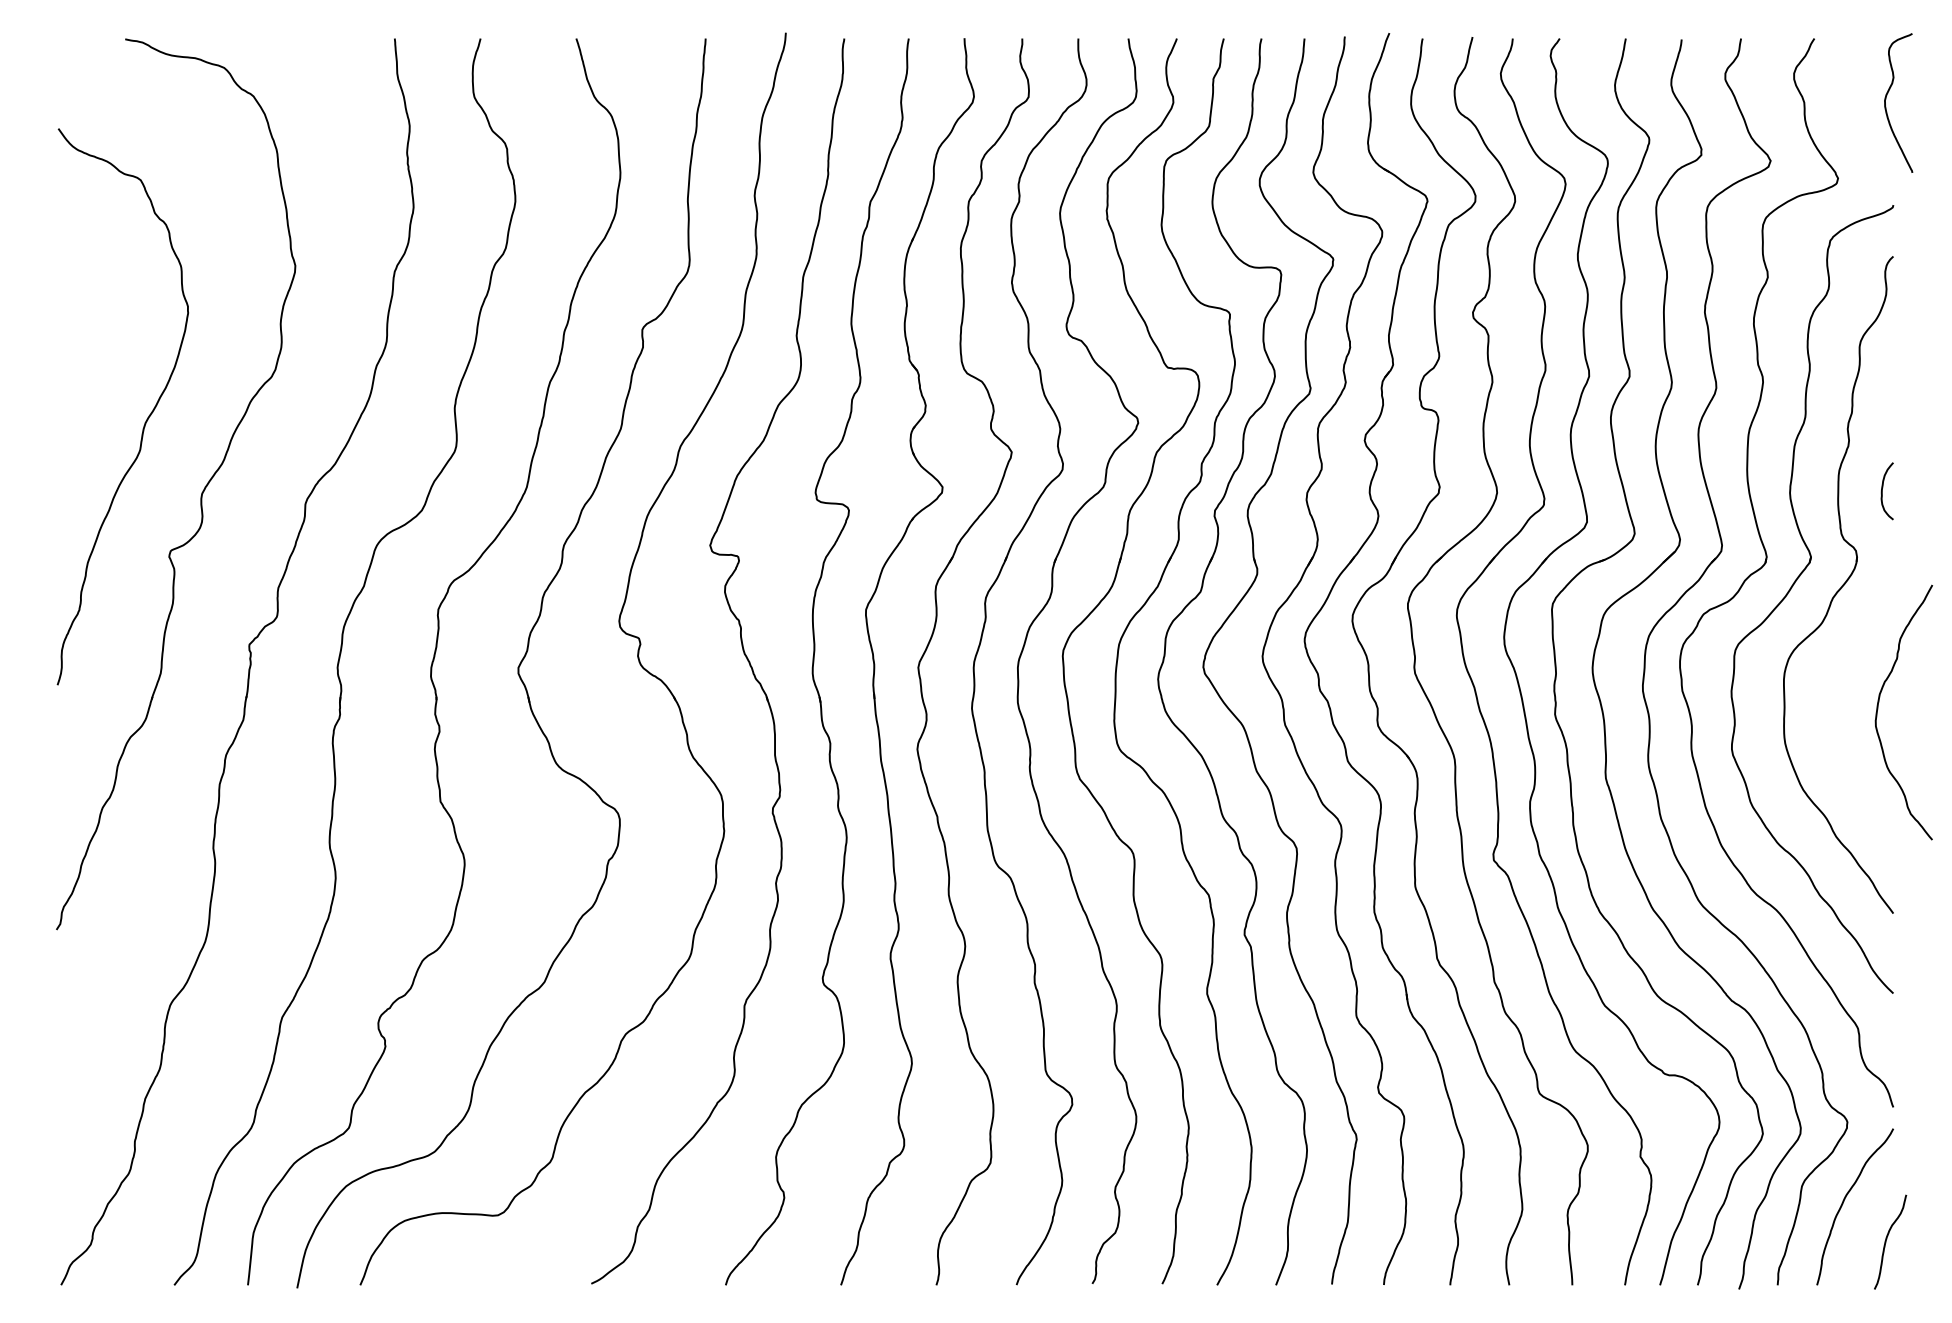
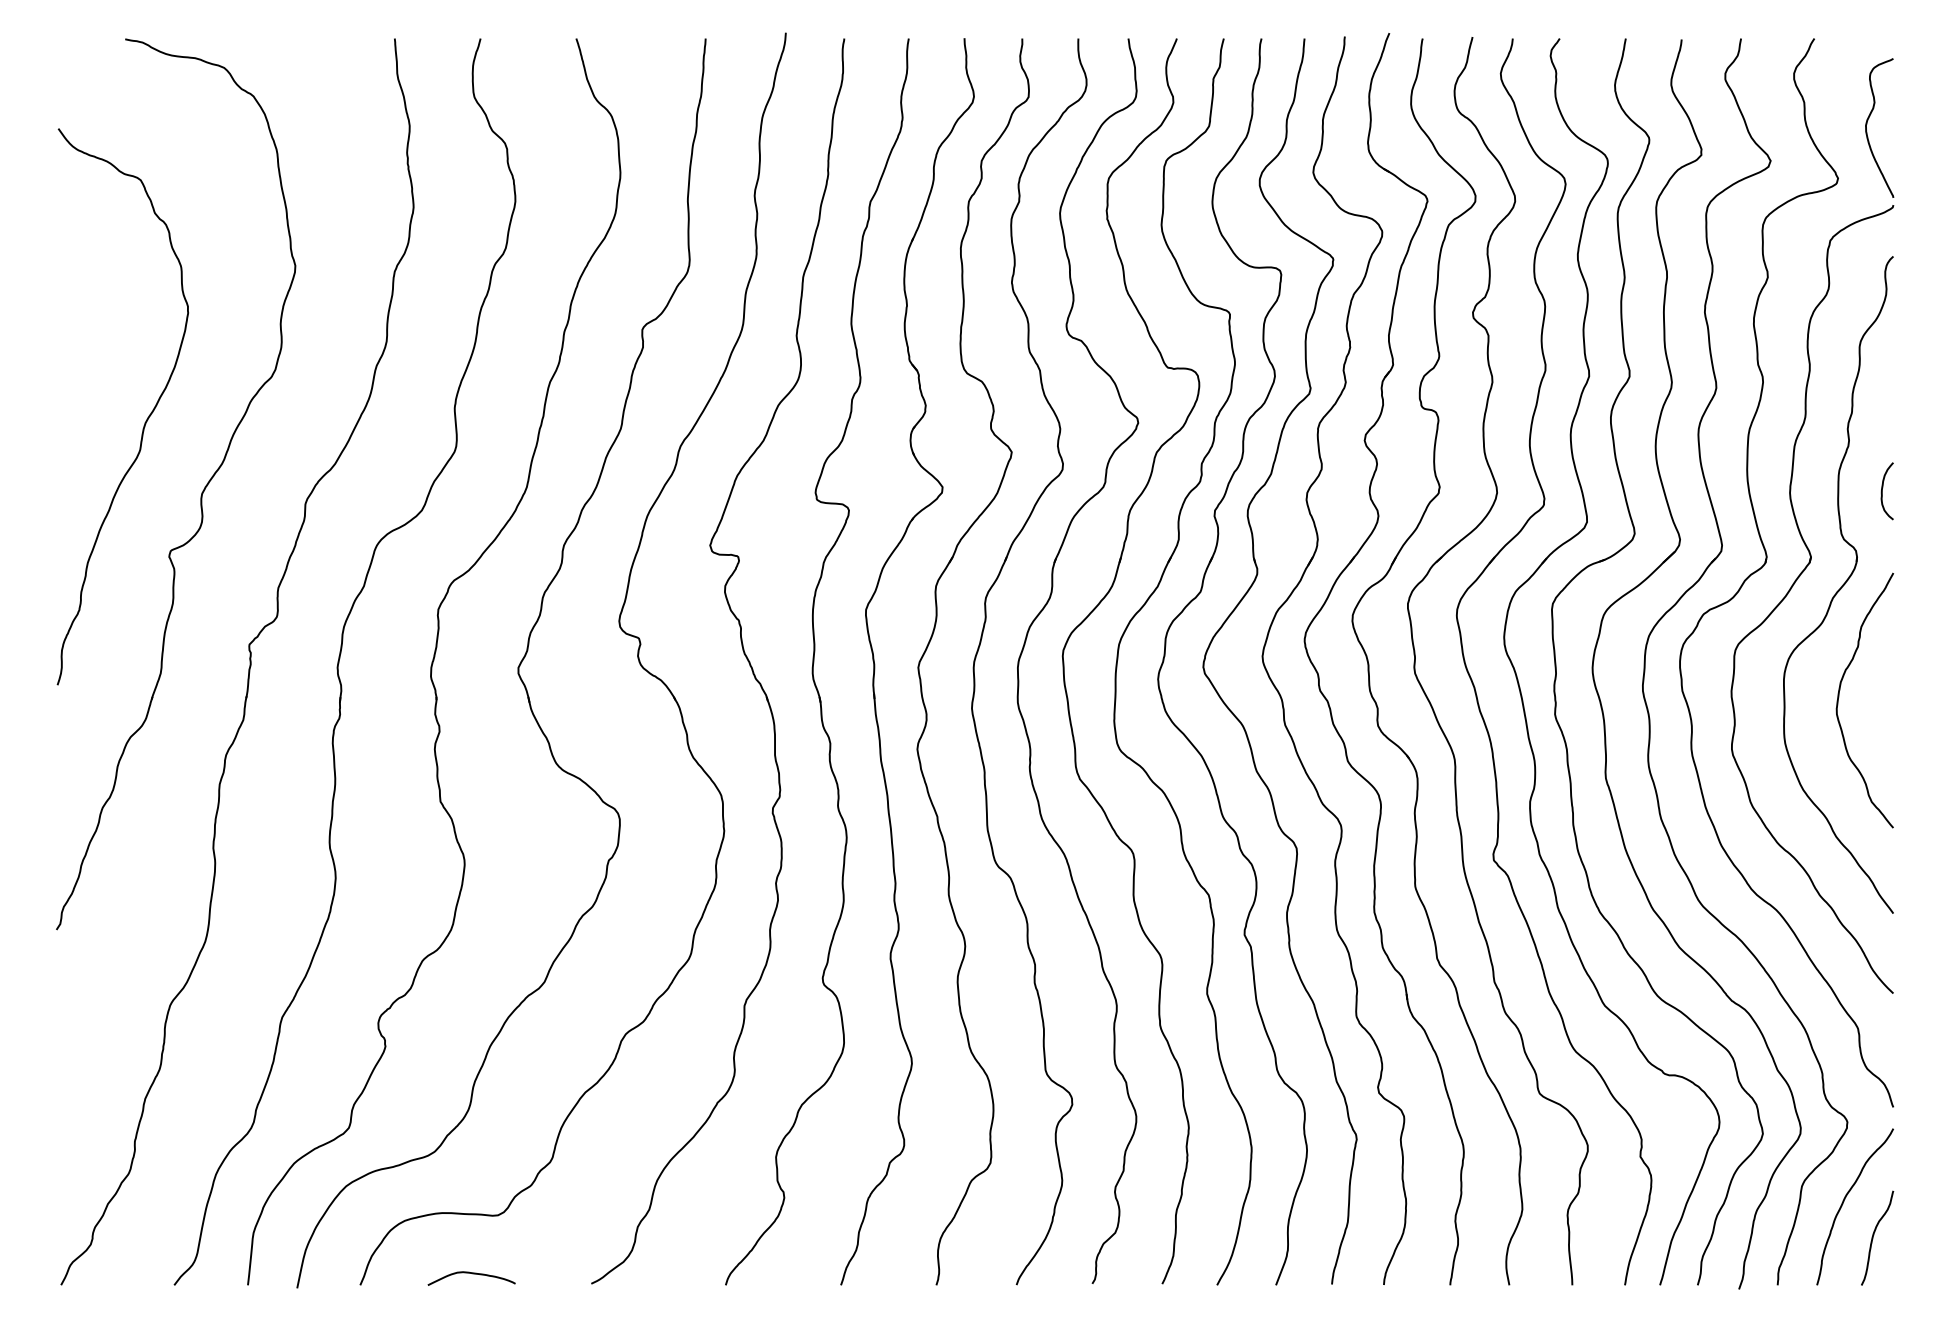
curve at (1886, 99) position: (1886, 99) -> (1867, 124)
curve at (1878, 709) position: (1878, 709) -> (1839, 697)
curve at (1887, 1239) position: (1887, 1239) -> (1874, 1235)
curve at (472, 1274): none -> present
